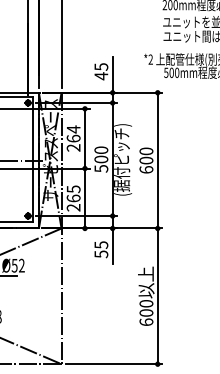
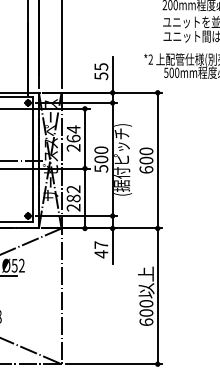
text at (101, 76): 45 -> 55
text at (73, 193): 265 -> 282
text at (101, 249): 55 -> 47
